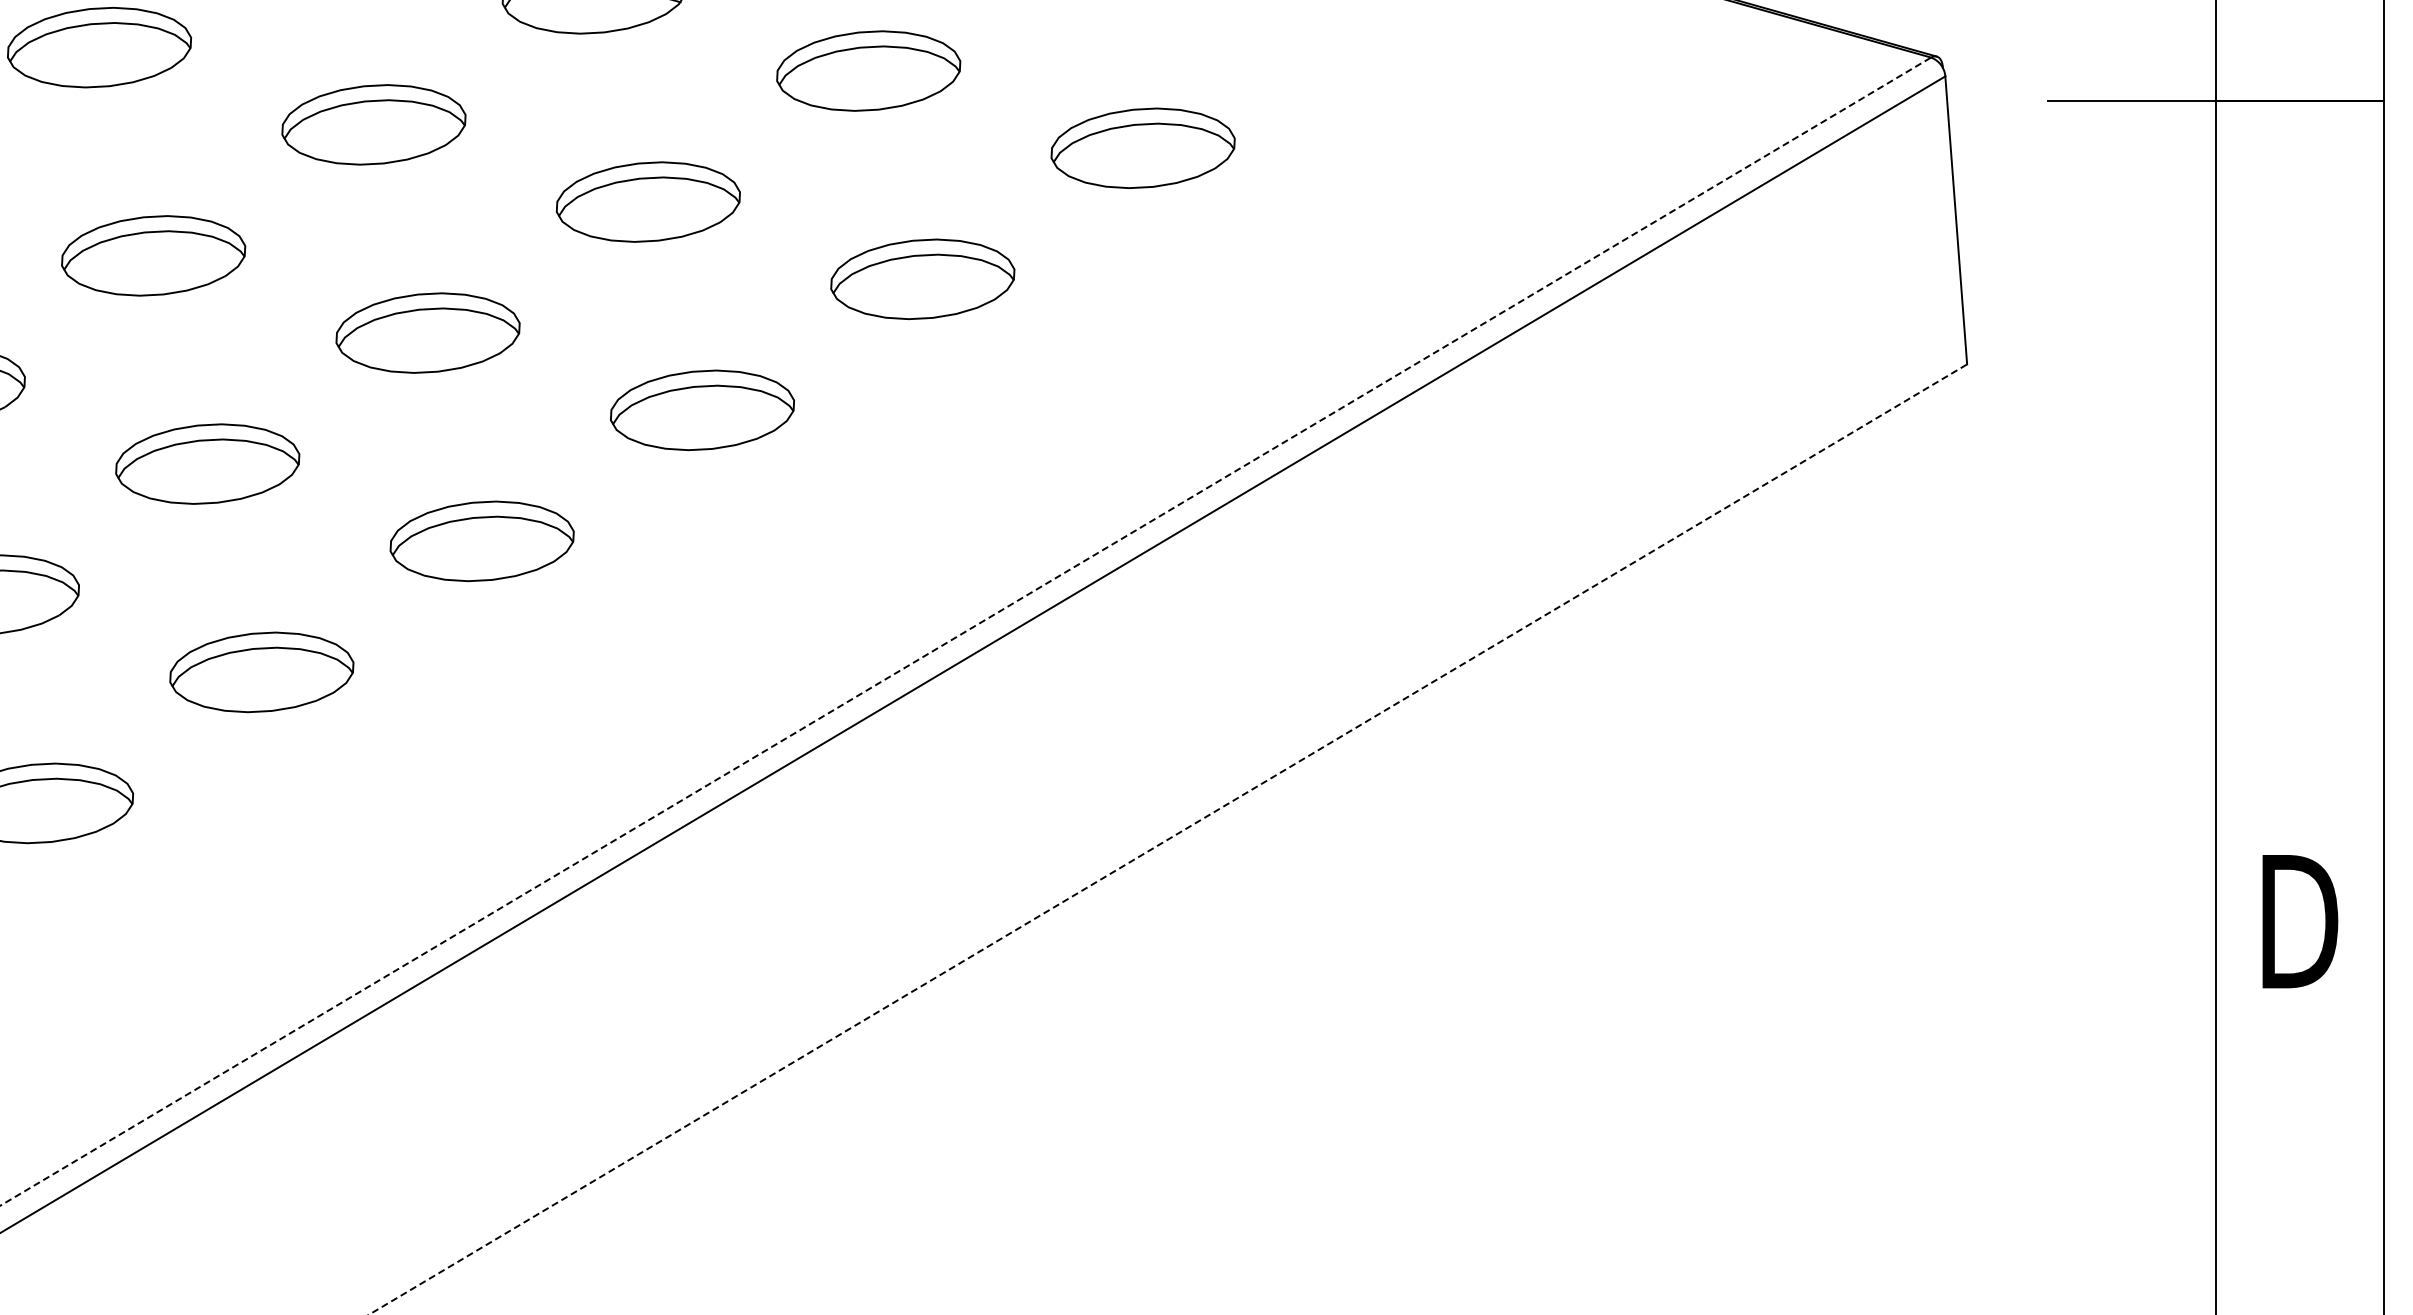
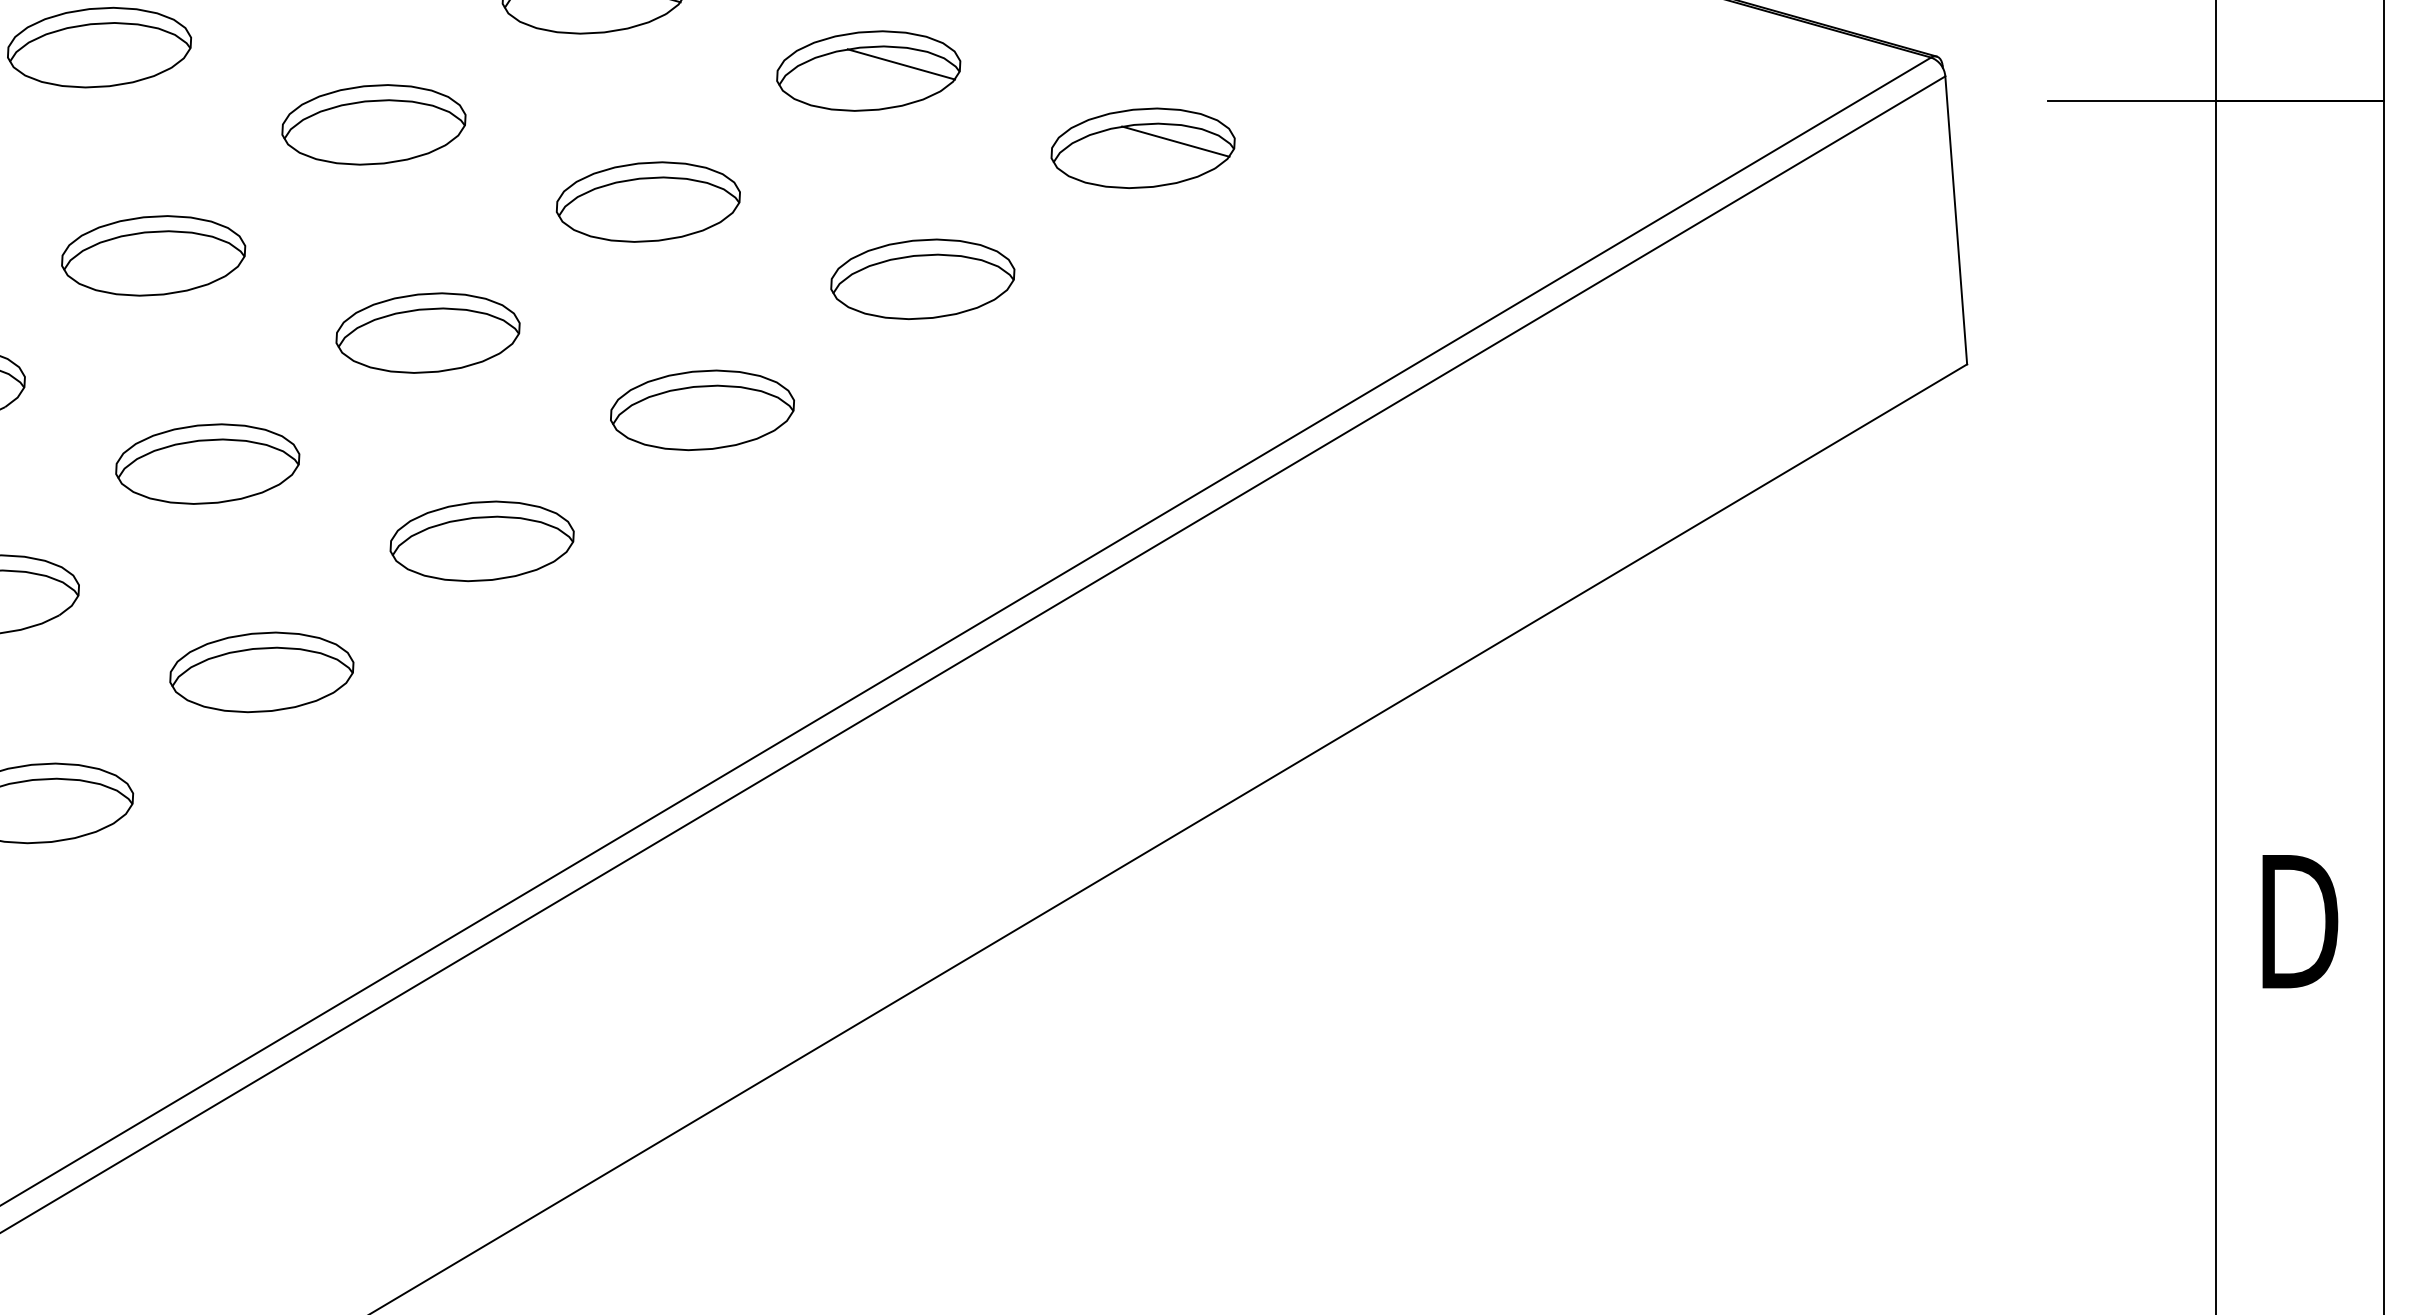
line at (901, 64): none -> present
line at (1175, 141): none -> present
line at (966, 631): dashed -> solid
line at (1167, 839): dashed -> solid
